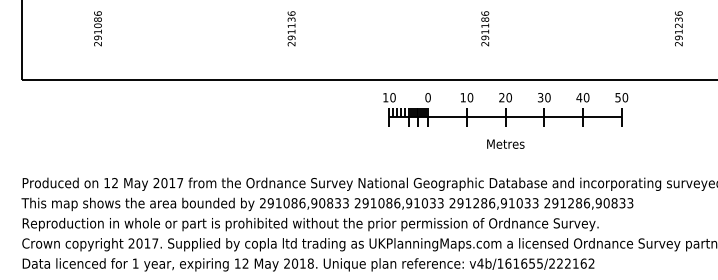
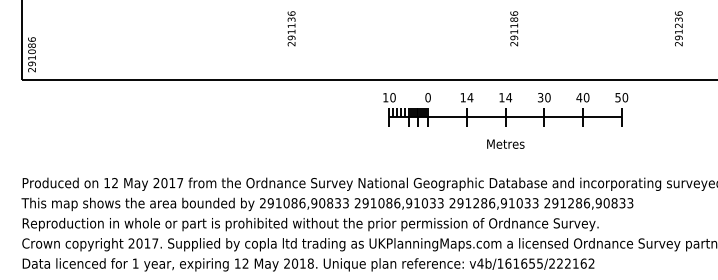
text at (97, 28) position: (97, 28) -> (31, 54)
text at (485, 28) position: (485, 28) -> (514, 28)
text at (470, 97): 10 -> 14
text at (505, 97): 20 -> 14
